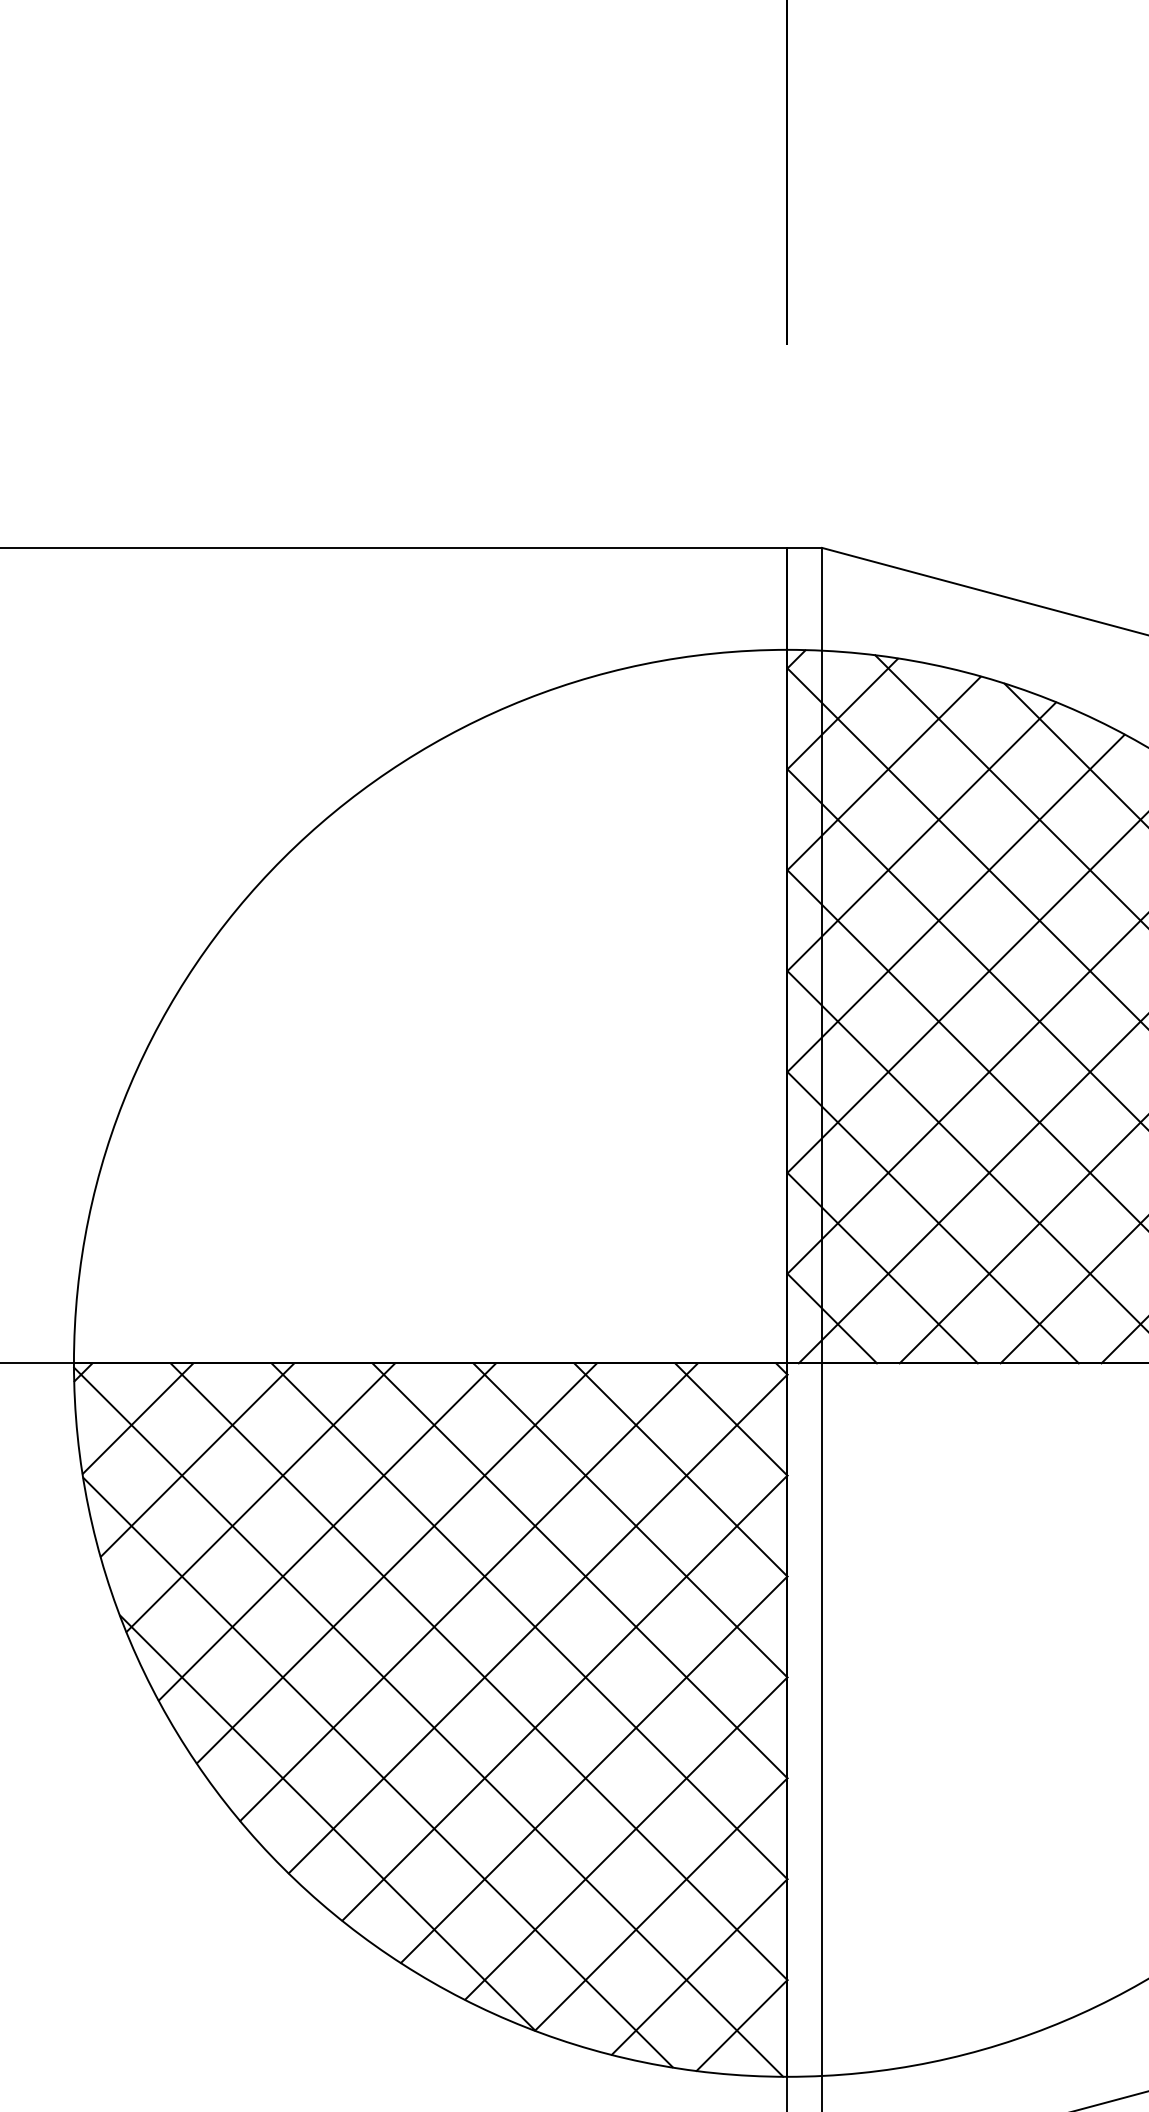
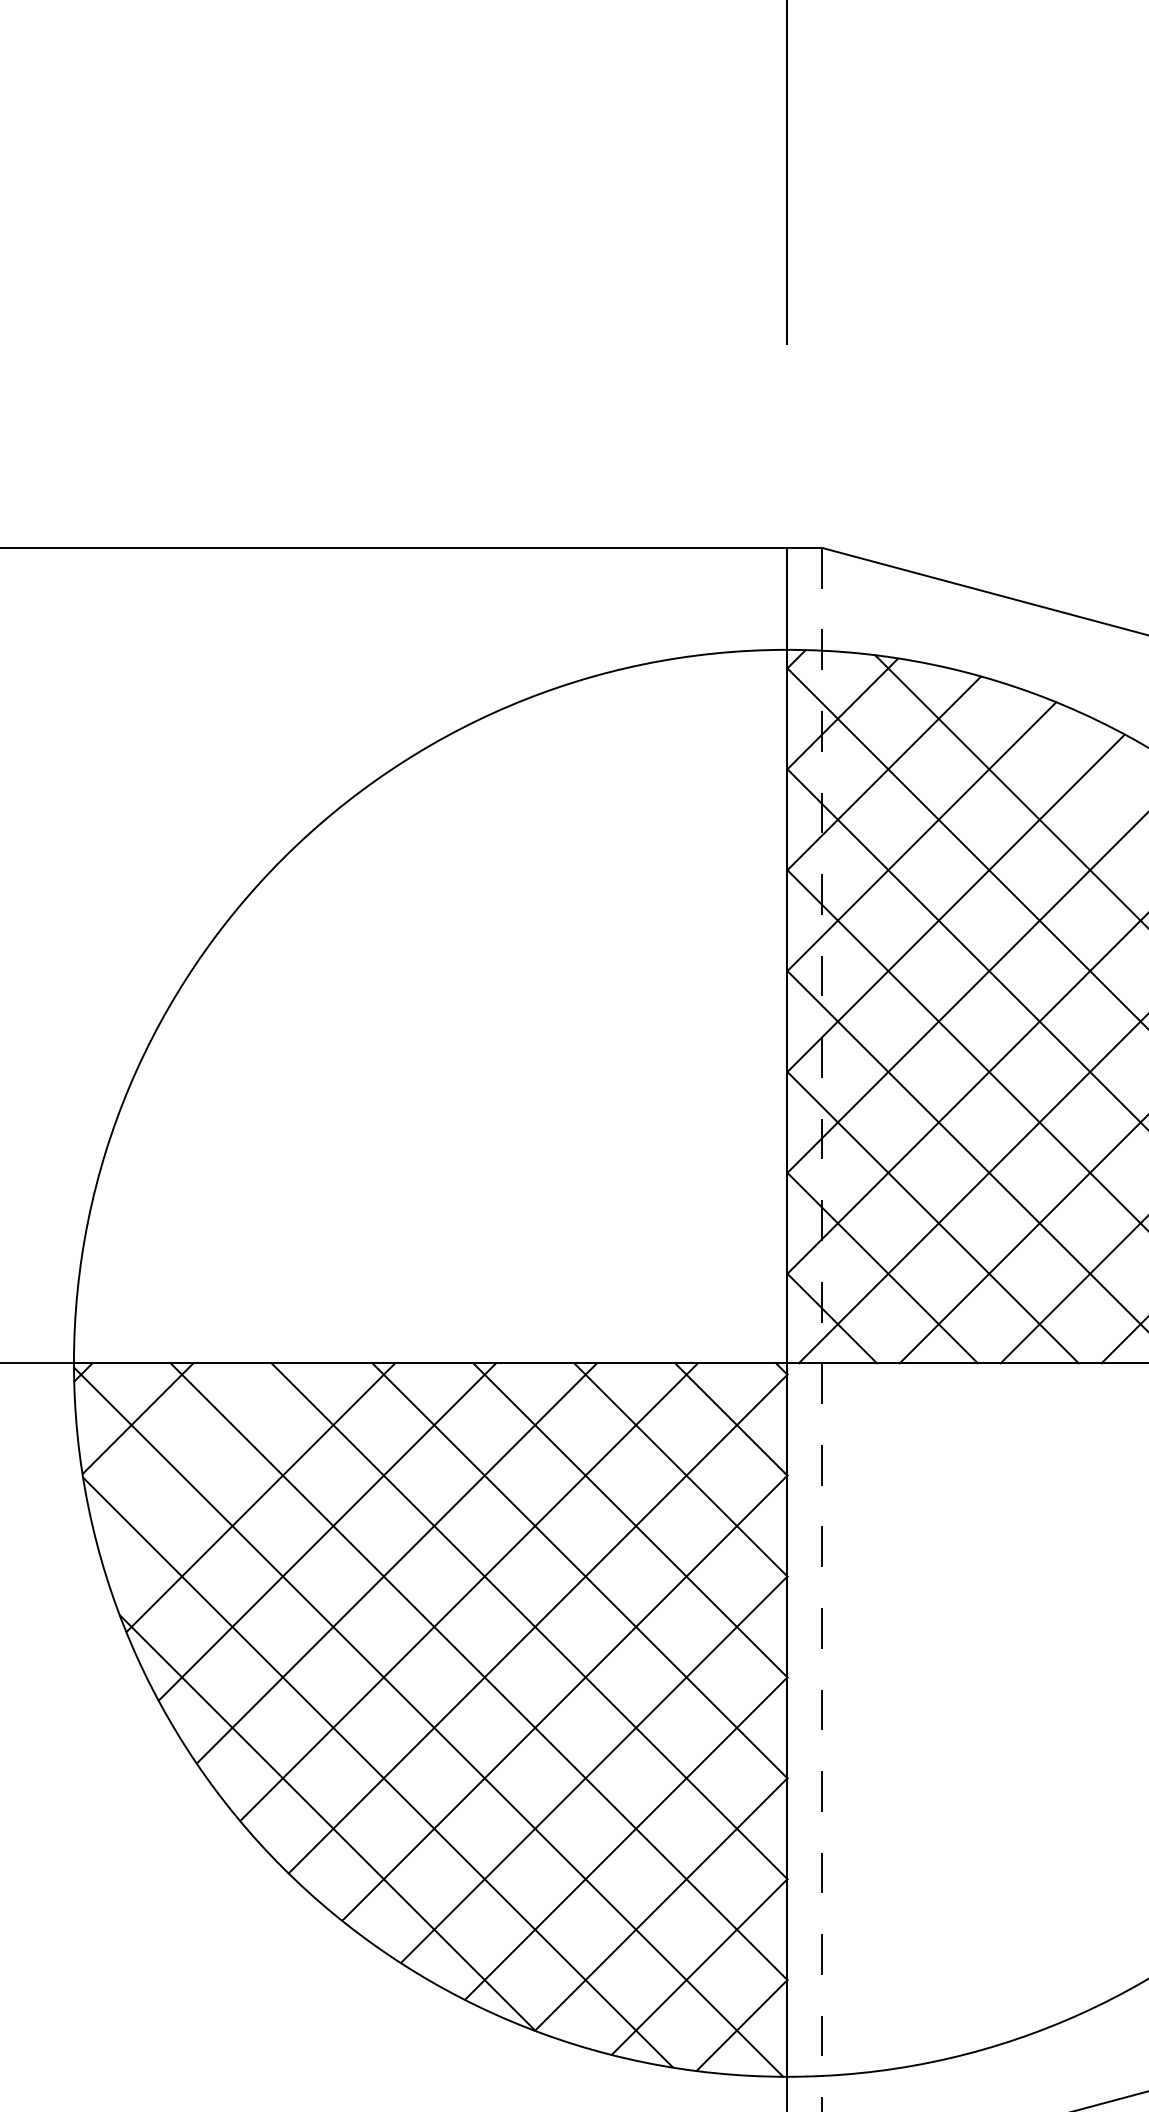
line at (1074, 753): present -> none
line at (822, 1329): solid -> dashed
line at (197, 1459): present -> none
